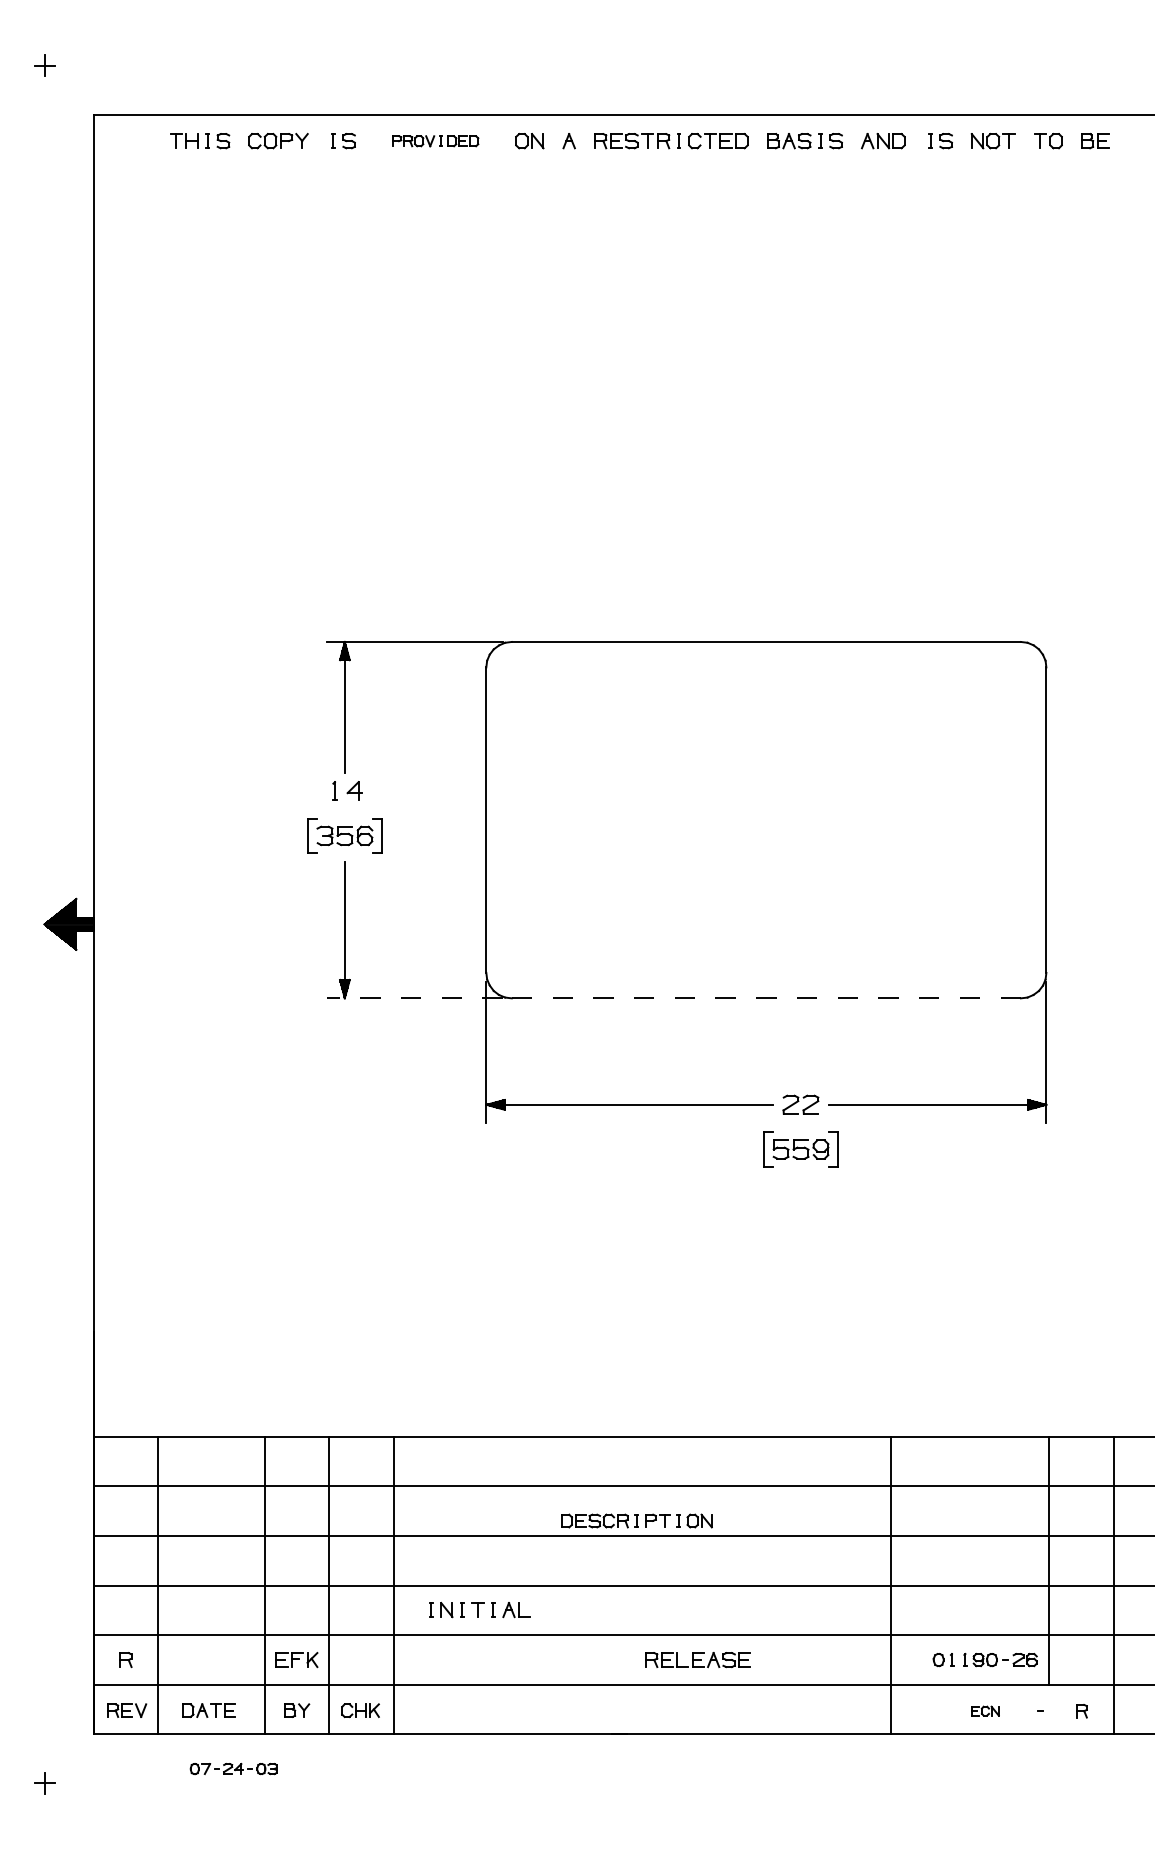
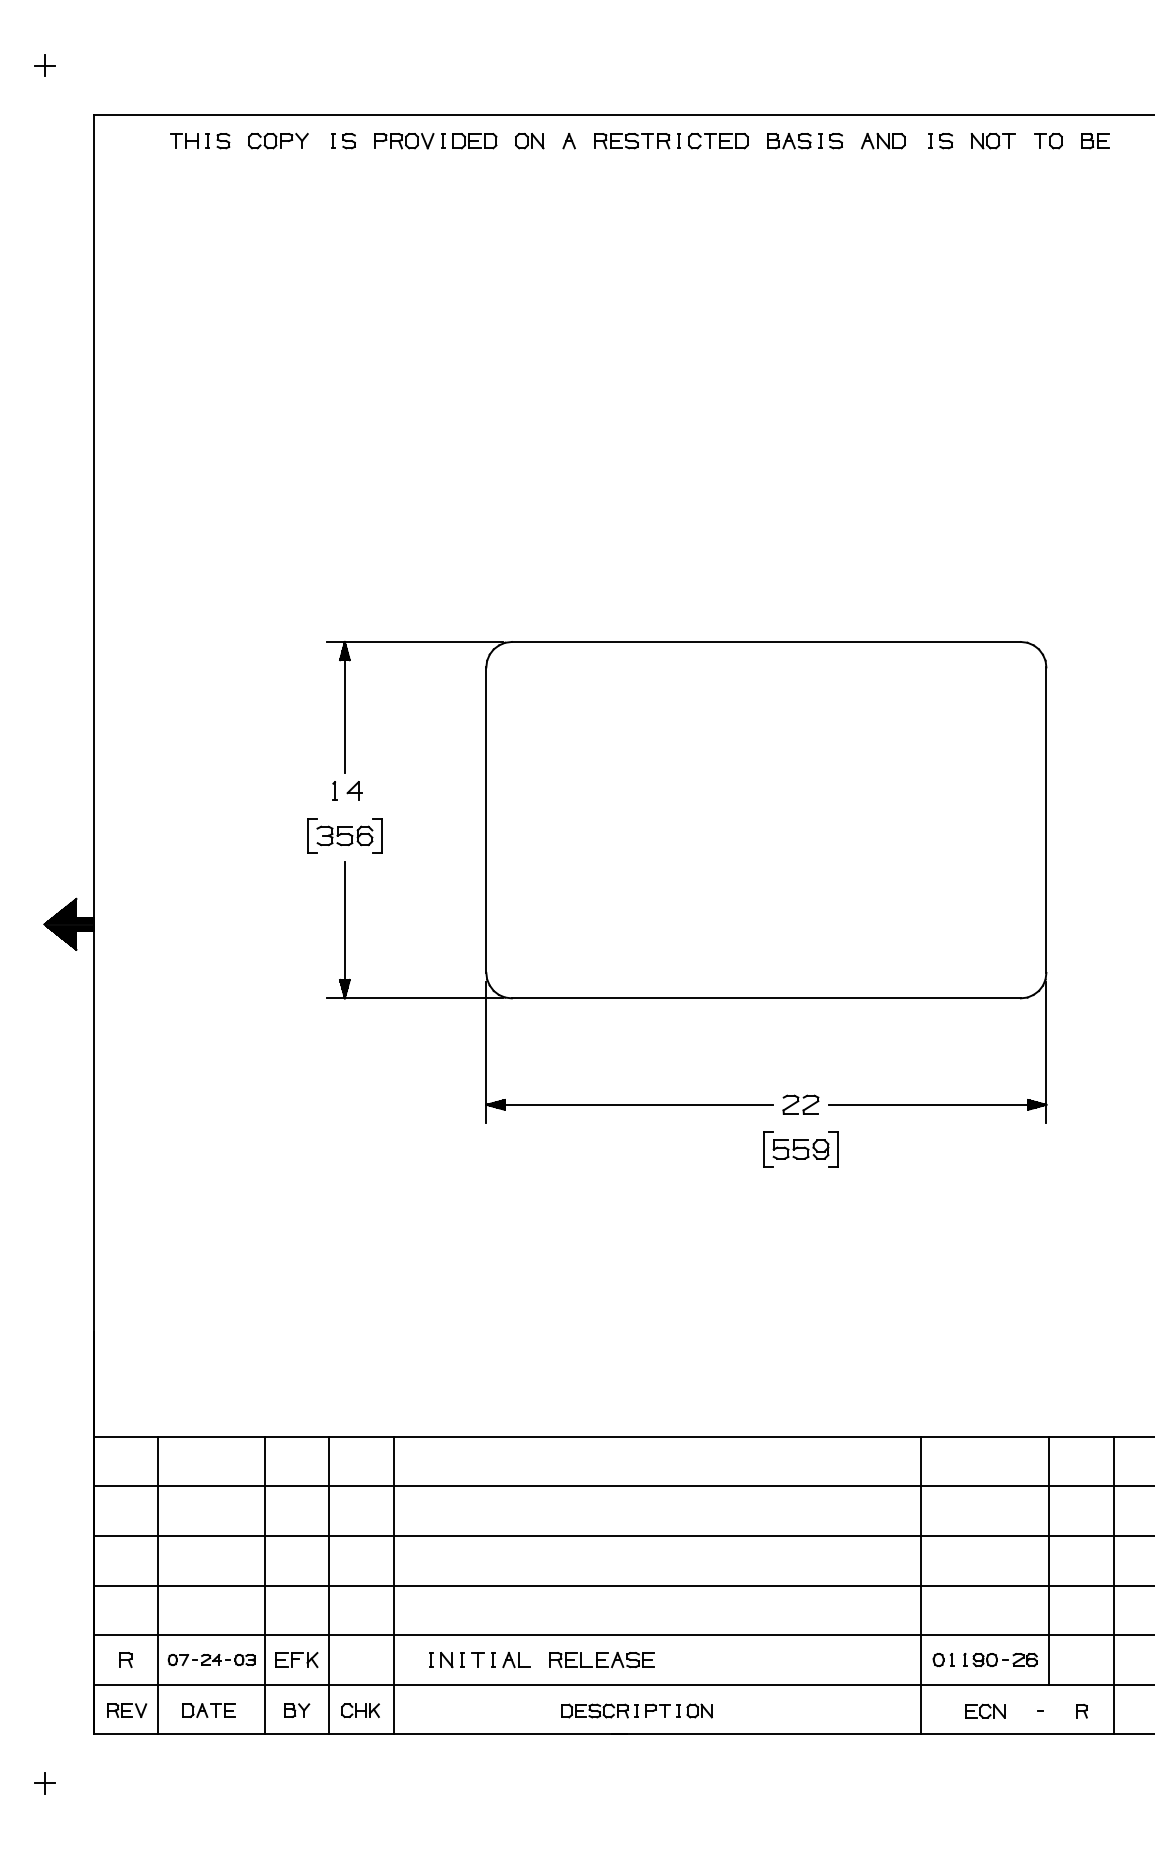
part at (435, 141) size: 88x13 px -> 124x17 px
line at (414, 998): dashed -> solid
line at (766, 998): dashed -> solid
part at (636, 1520) position: (636, 1520) -> (636, 1710)
line at (891, 1585) position: (891, 1585) -> (921, 1585)
part at (479, 1610) position: (479, 1610) -> (479, 1660)
part at (697, 1660) position: (697, 1660) -> (601, 1660)
part at (985, 1710) size: 29x12 px -> 41x16 px
part at (233, 1769) position: (233, 1769) -> (211, 1660)
